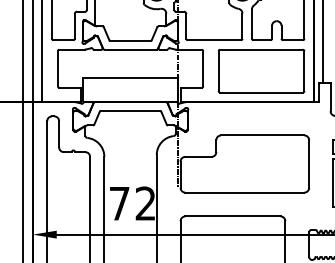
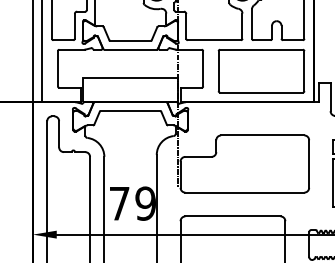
line at (323, 42): present -> none
line at (23, 130): present -> none
text at (145, 203): 72 -> 79
